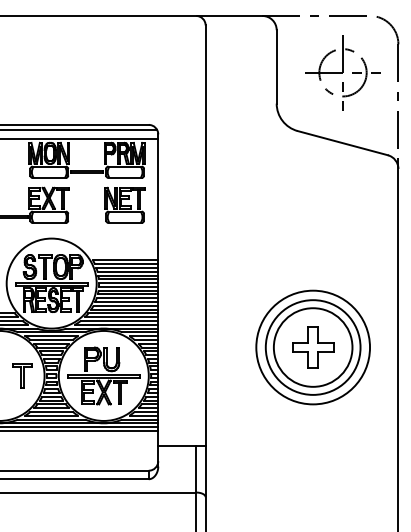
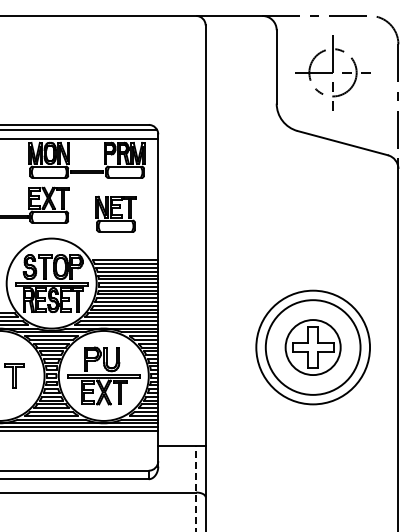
part at (342, 72) position: (342, 72) -> (332, 72)
part at (124, 204) position: (124, 204) -> (115, 213)
circle at (312, 347) diameter: 79 px -> 55 px
part at (22, 375) position: (22, 375) -> (14, 375)
line at (196, 488): solid -> dashed
